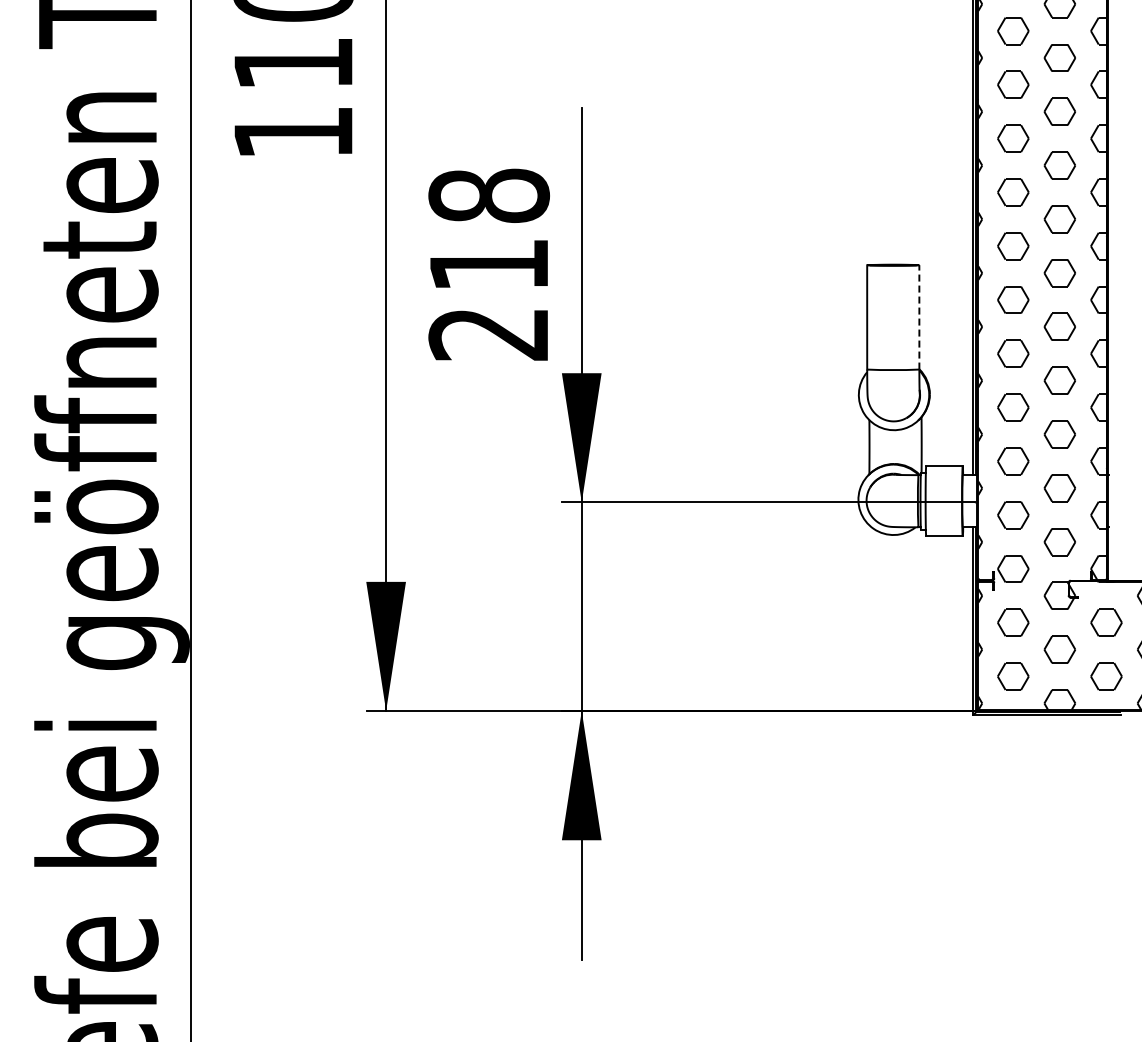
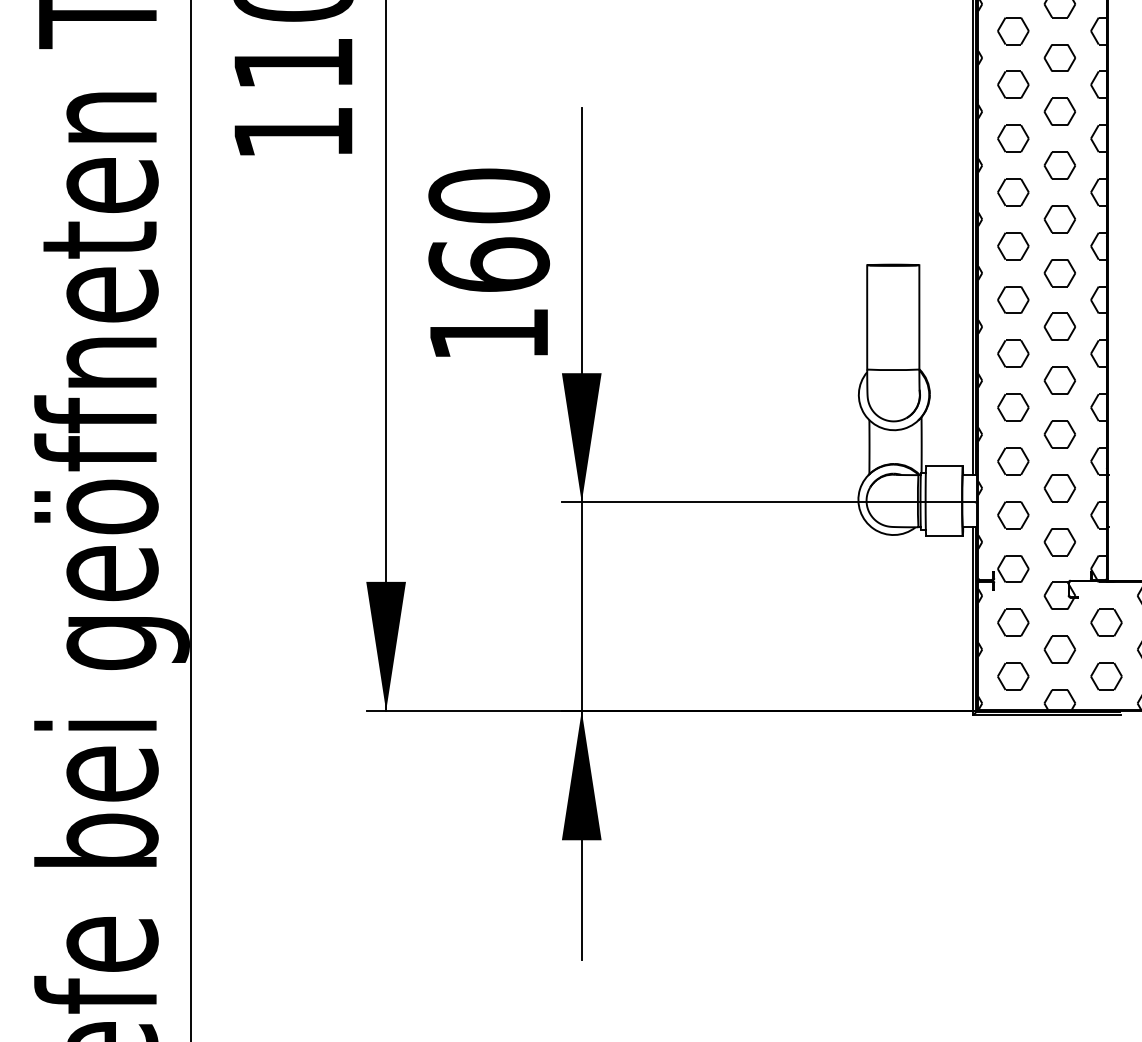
text at (488, 264): 218 -> 160
line at (919, 316): dashed -> solid
